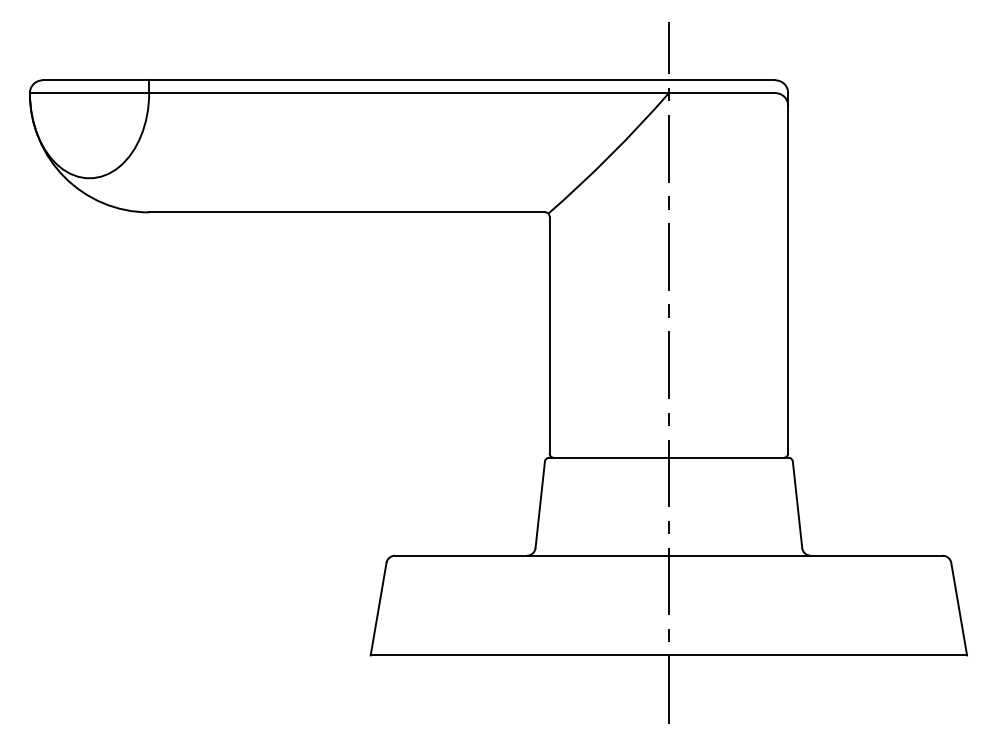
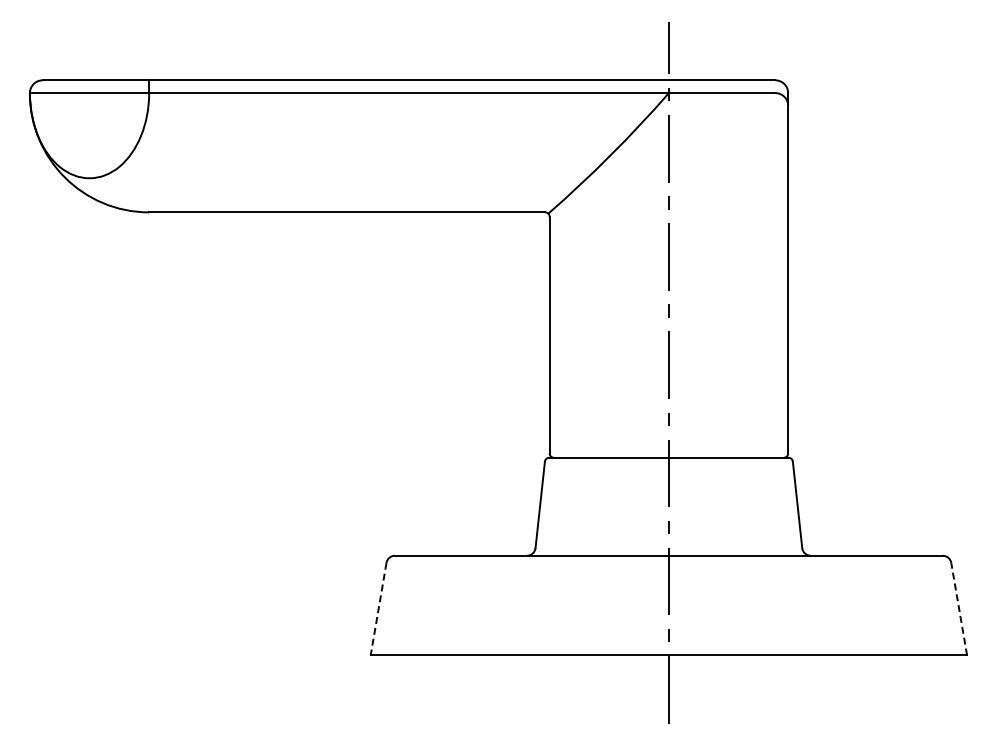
line at (378, 609): solid -> dashed
line at (959, 609): solid -> dashed
